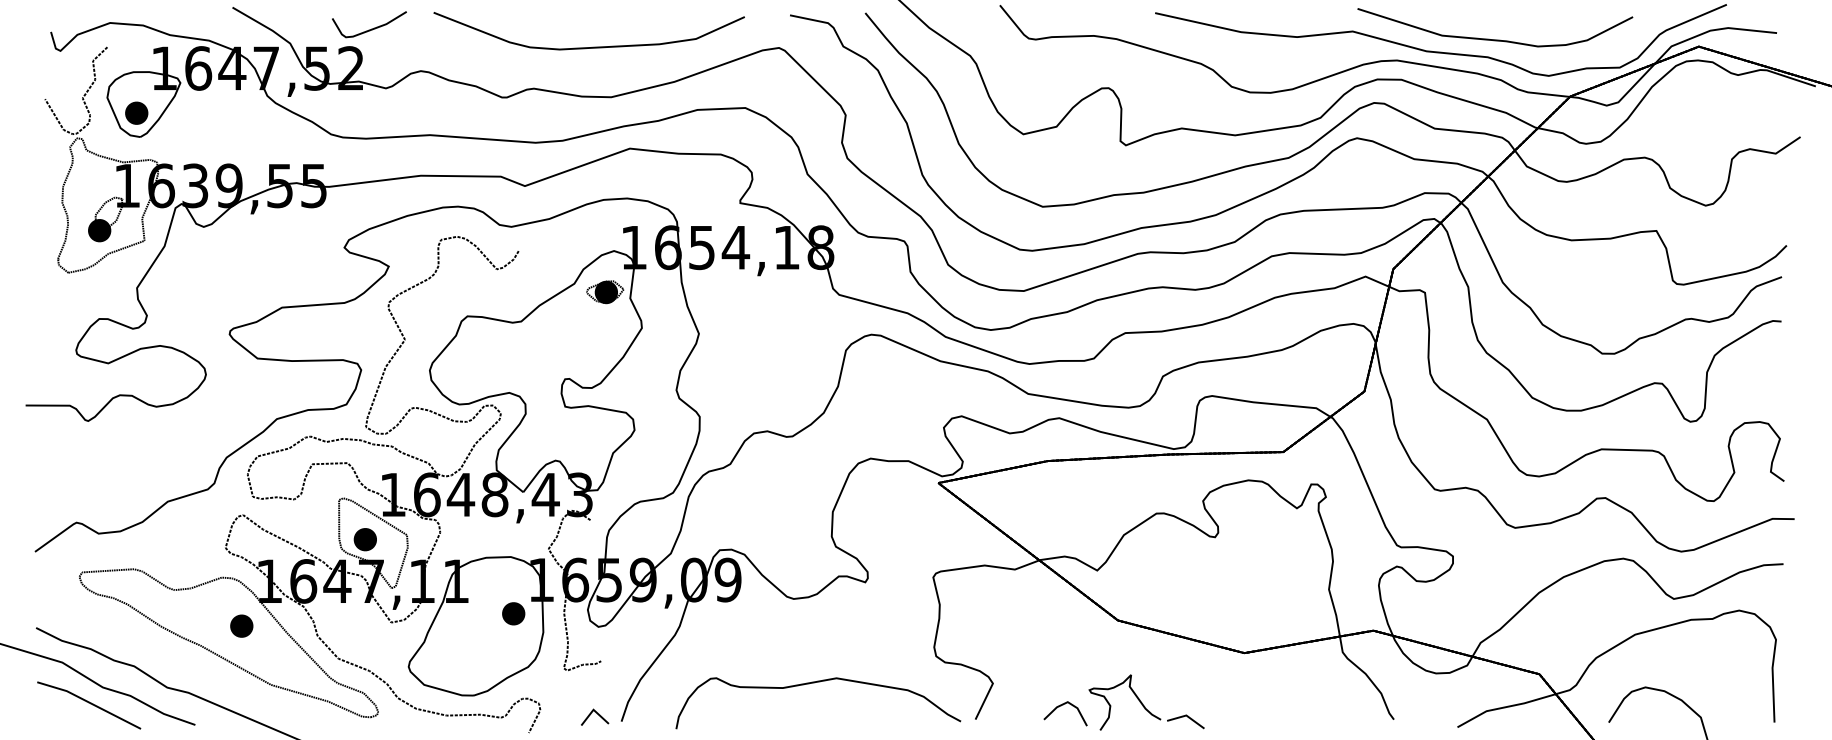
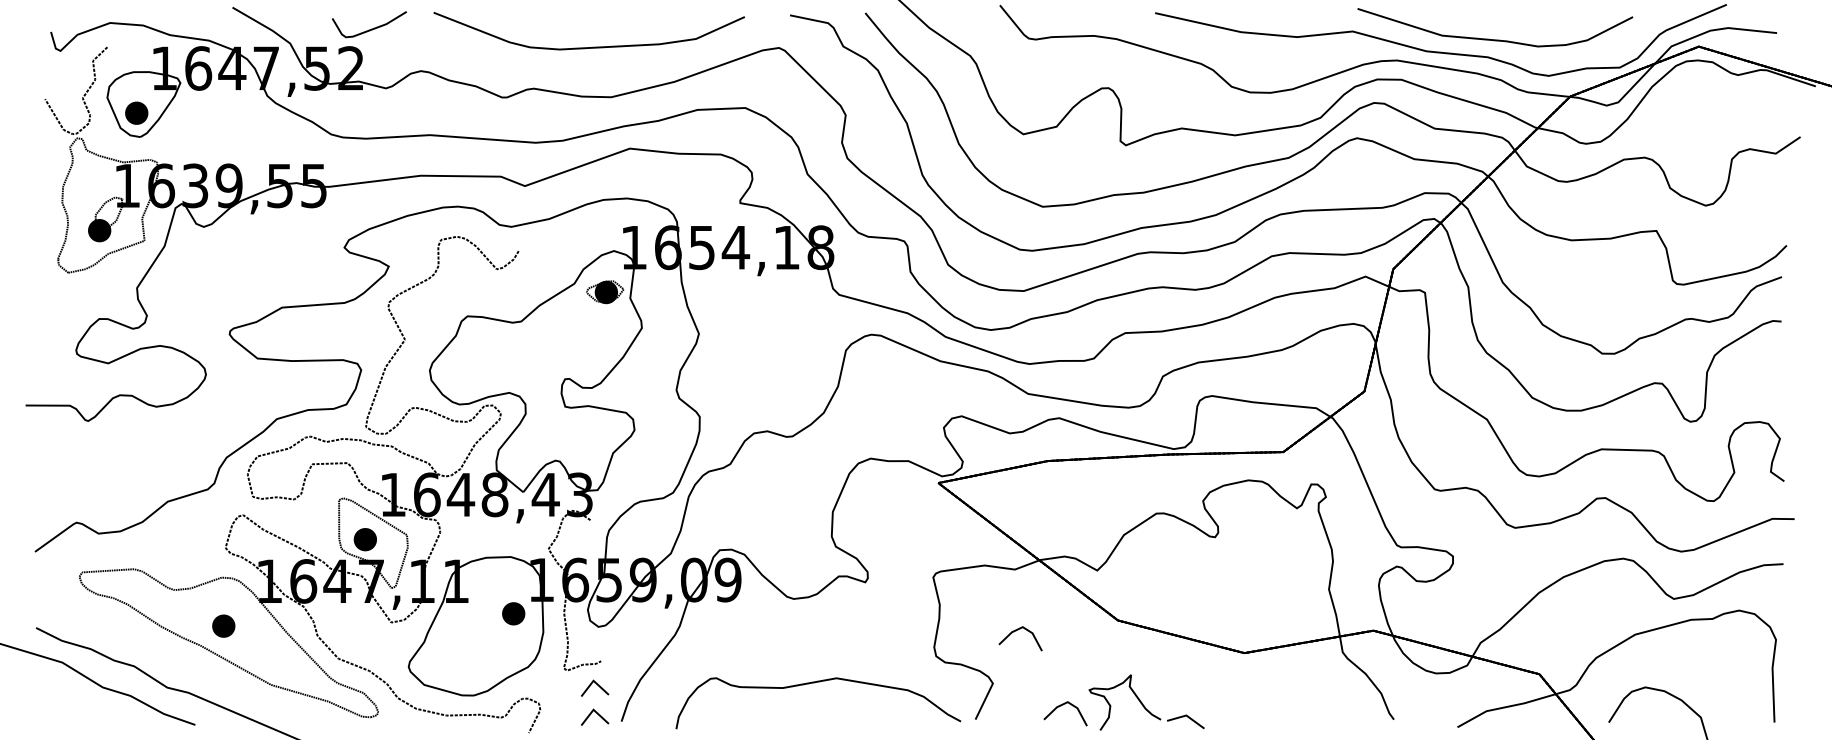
part at (241, 625) position: (241, 625) -> (223, 625)
line at (1016, 631): none -> present
line at (597, 685): none -> present
line at (90, 704): present -> none
